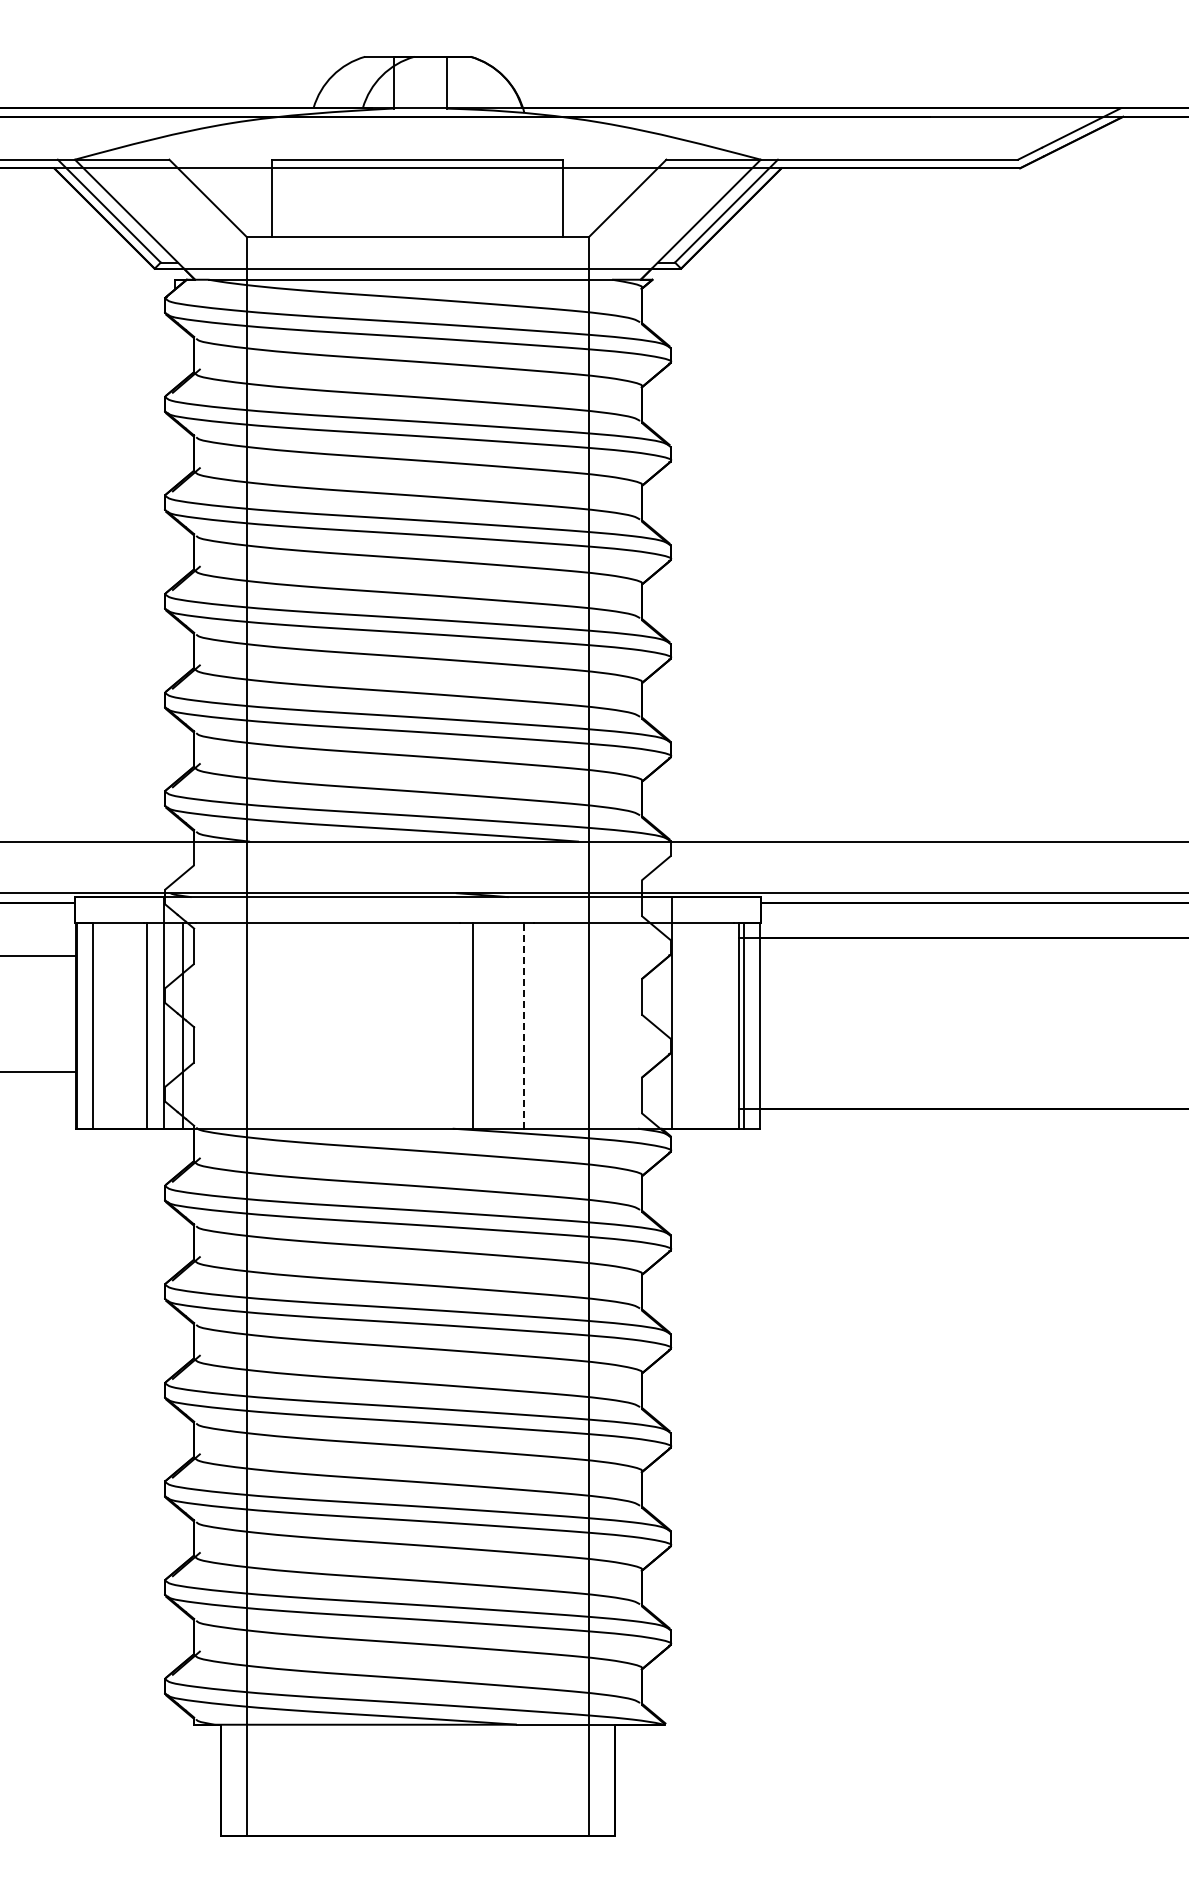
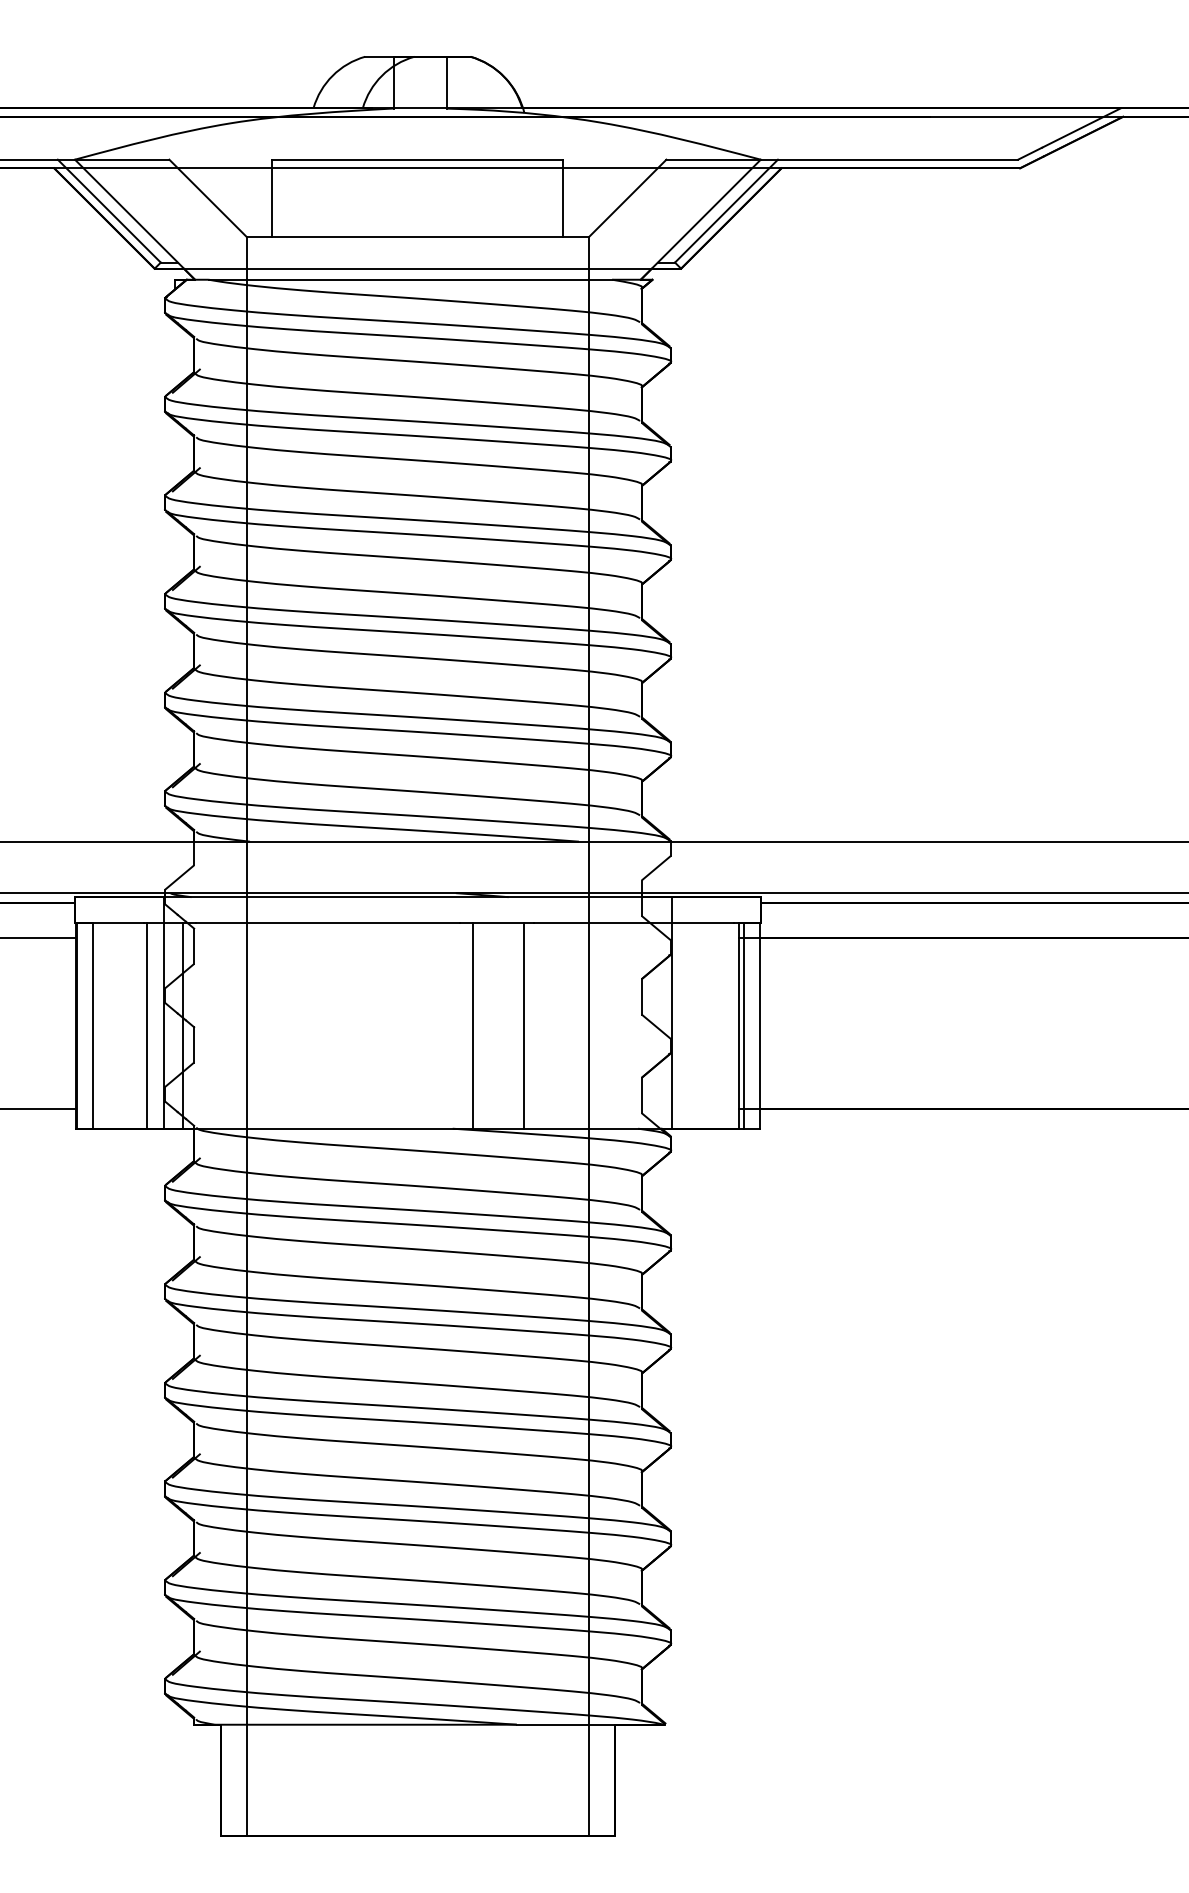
line at (38, 955) position: (38, 955) -> (38, 937)
line at (523, 1025): dashed -> solid
line at (38, 1072) position: (38, 1072) -> (38, 1109)
